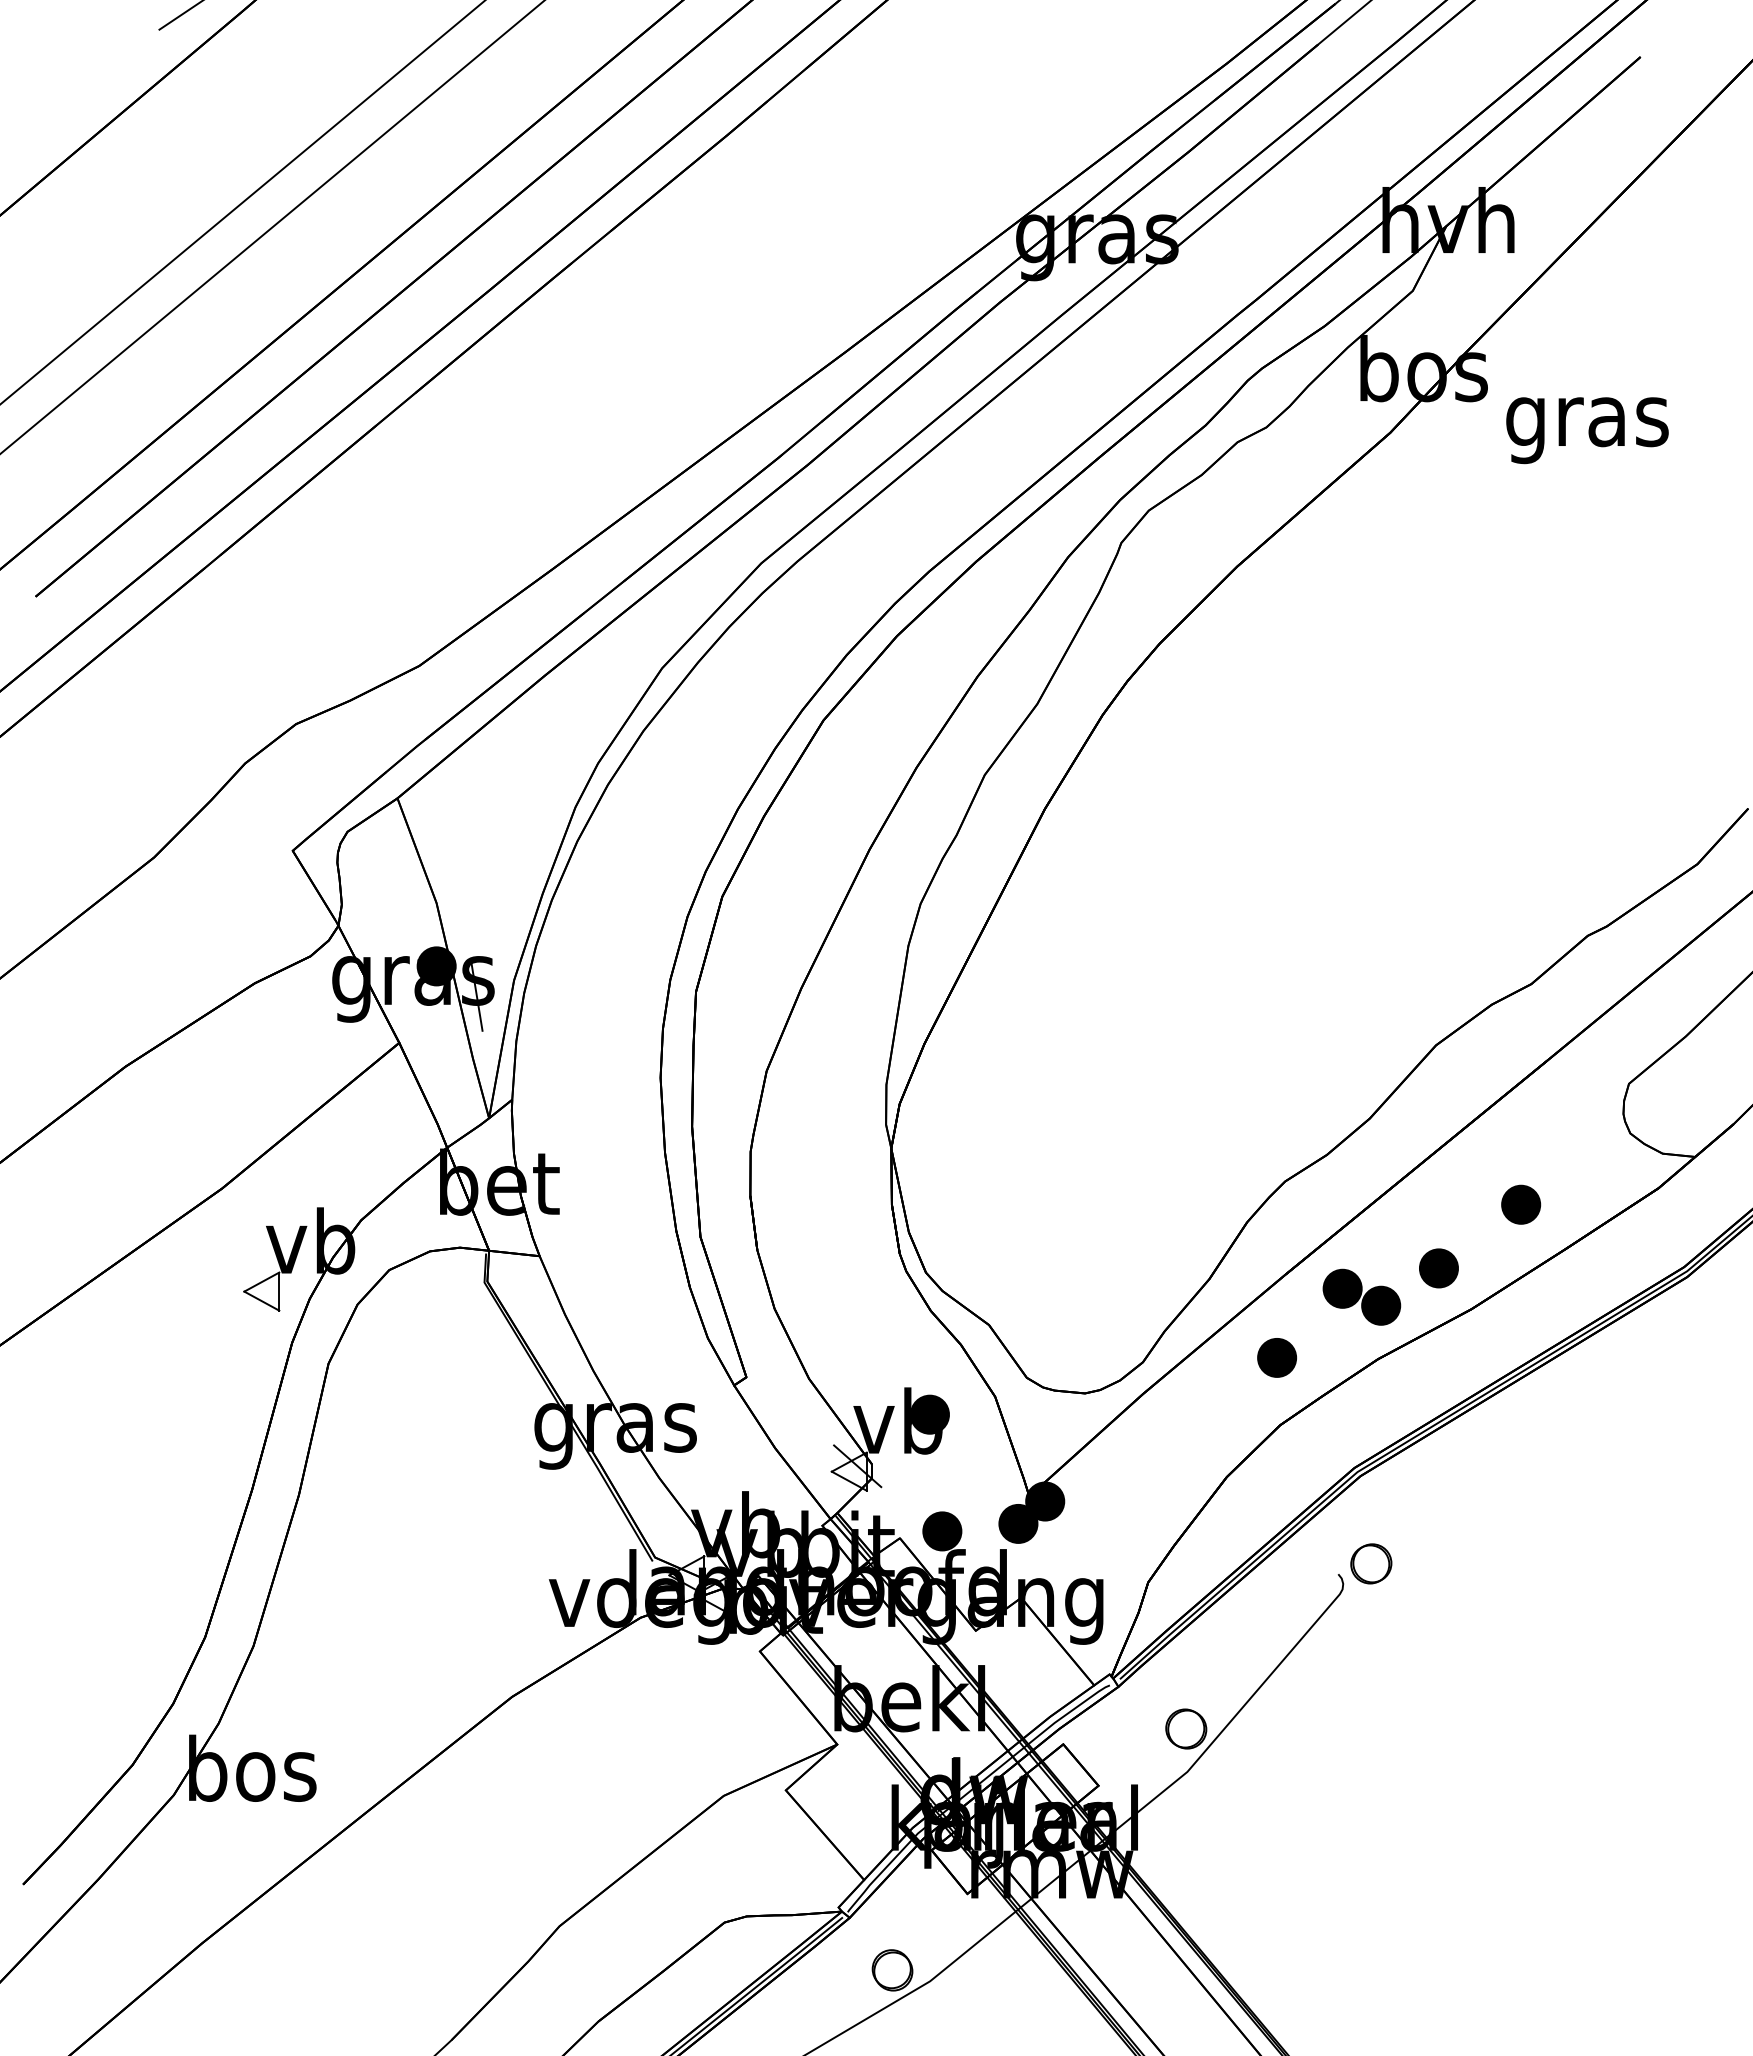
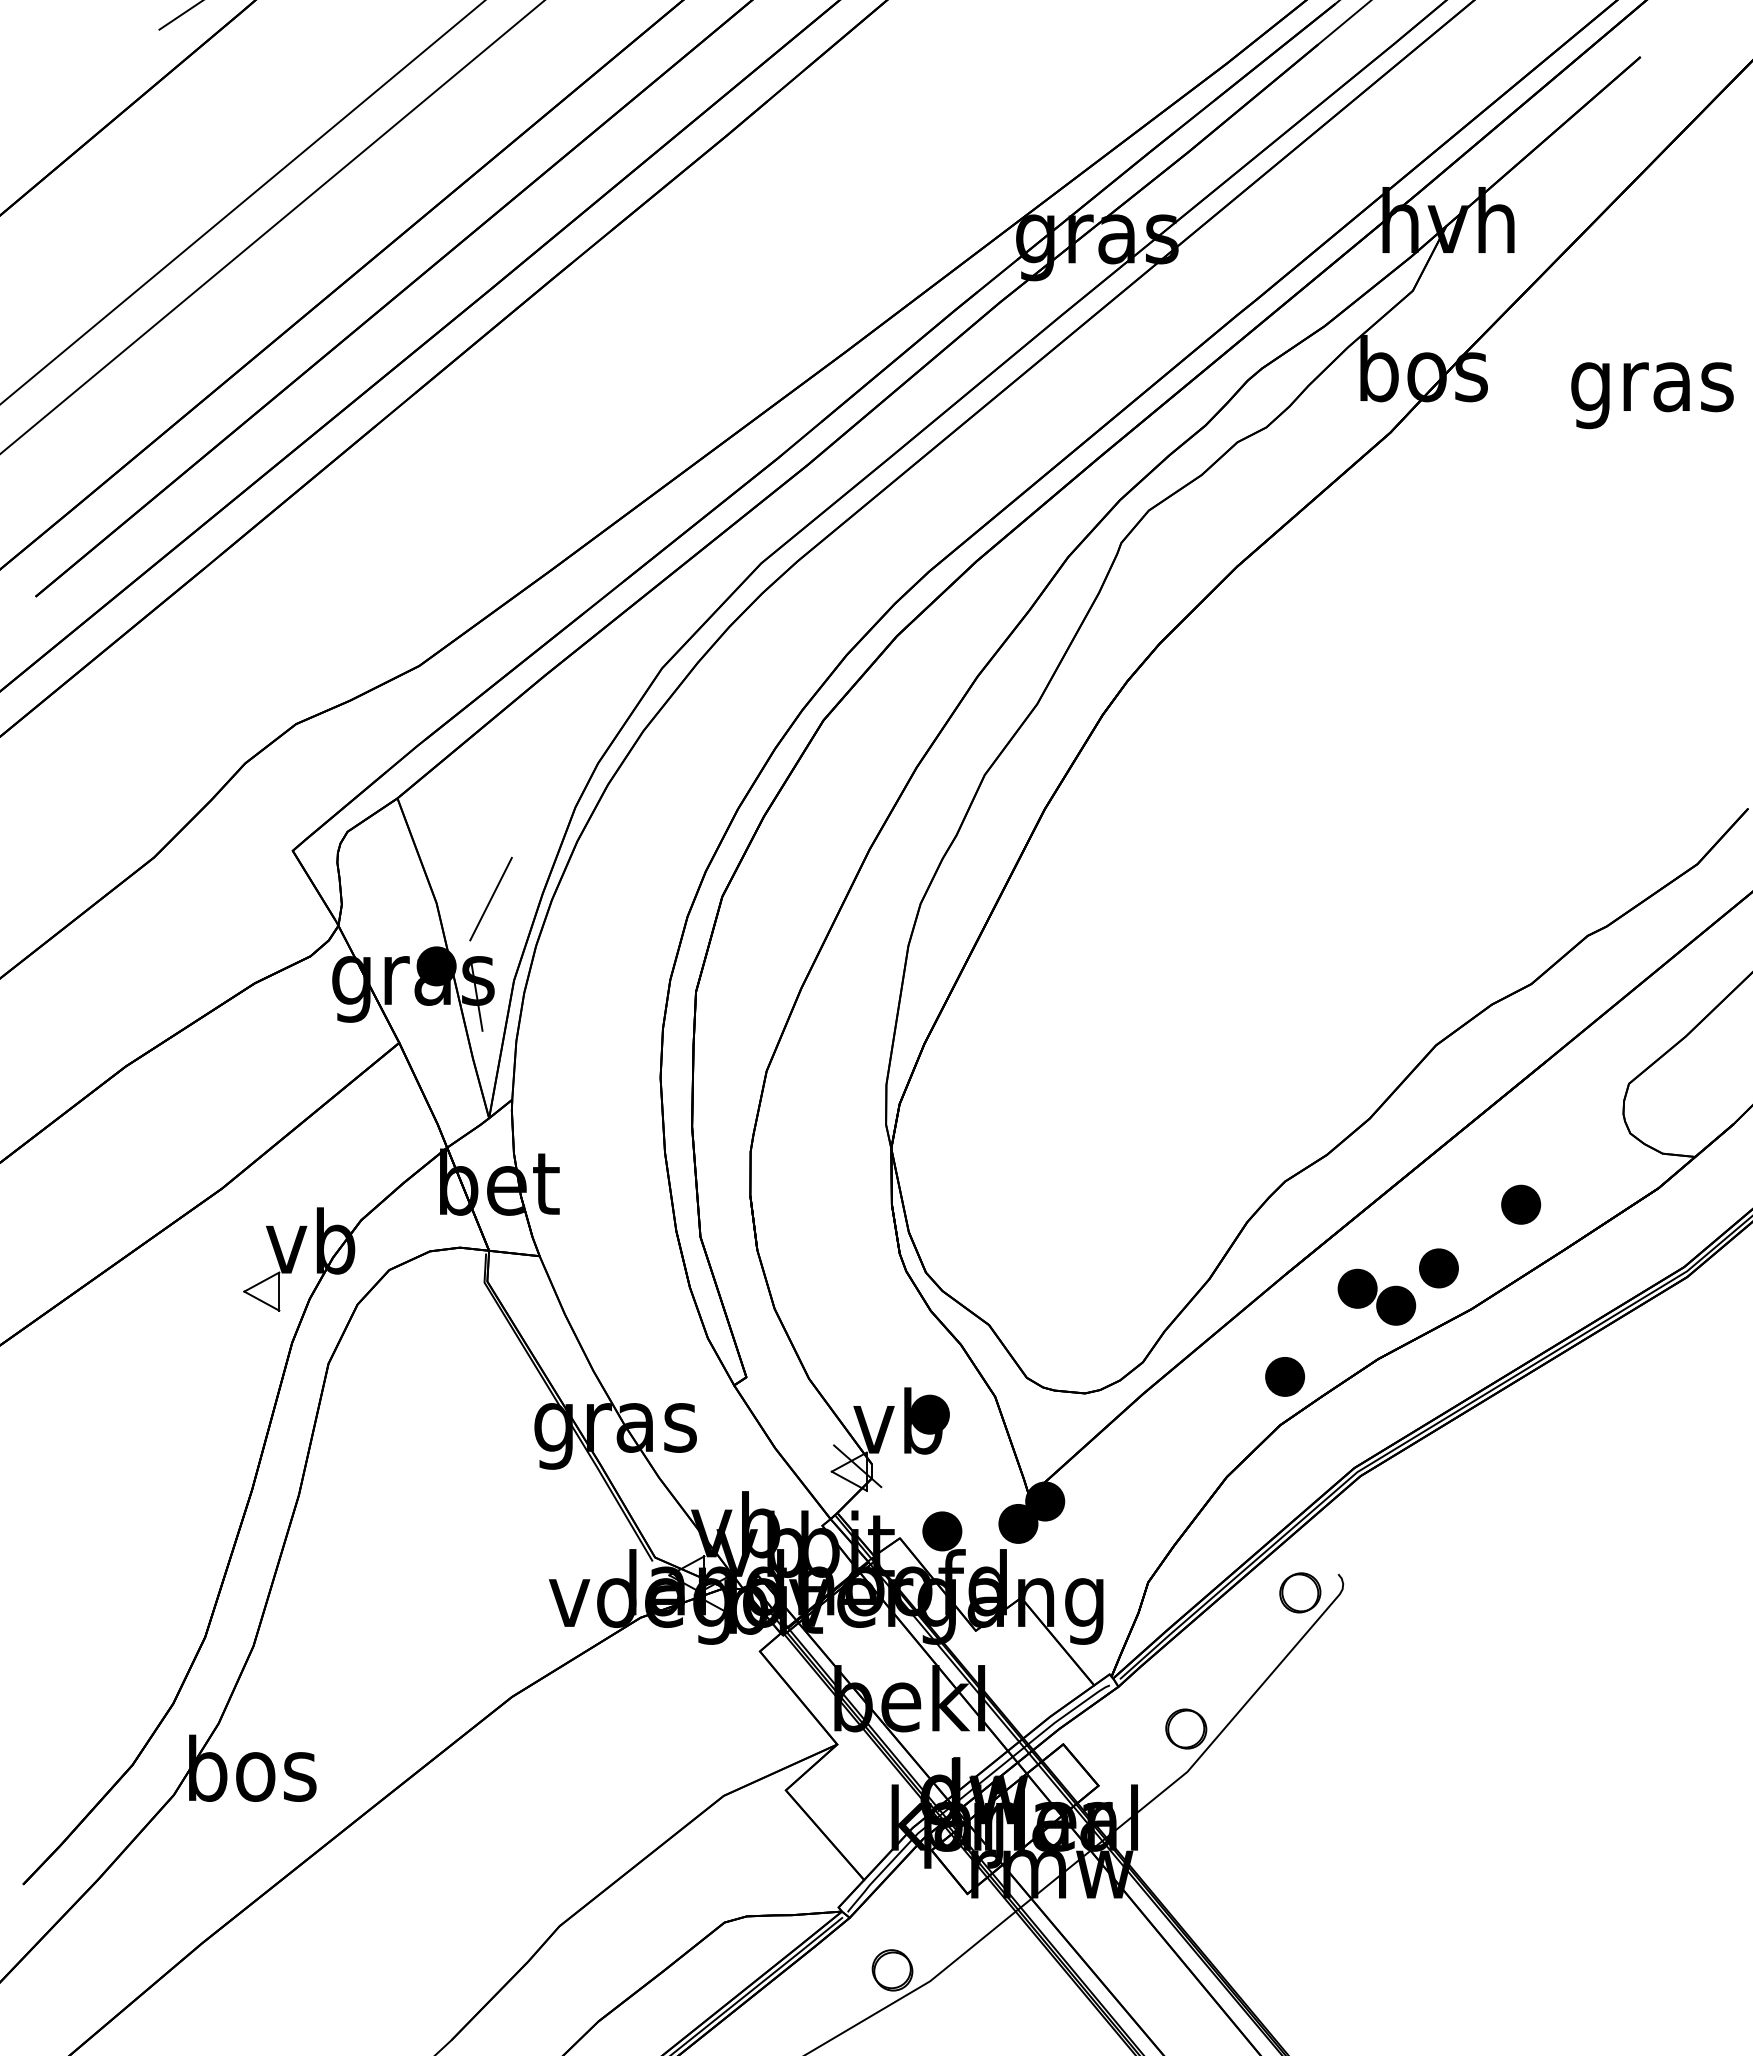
text at (1587, 430) position: (1587, 430) -> (1652, 395)
line at (490, 898): none -> present
part at (1361, 1296) position: (1361, 1296) -> (1376, 1296)
part at (1276, 1357) position: (1276, 1357) -> (1284, 1376)
part at (1371, 1563) position: (1371, 1563) -> (1300, 1592)
